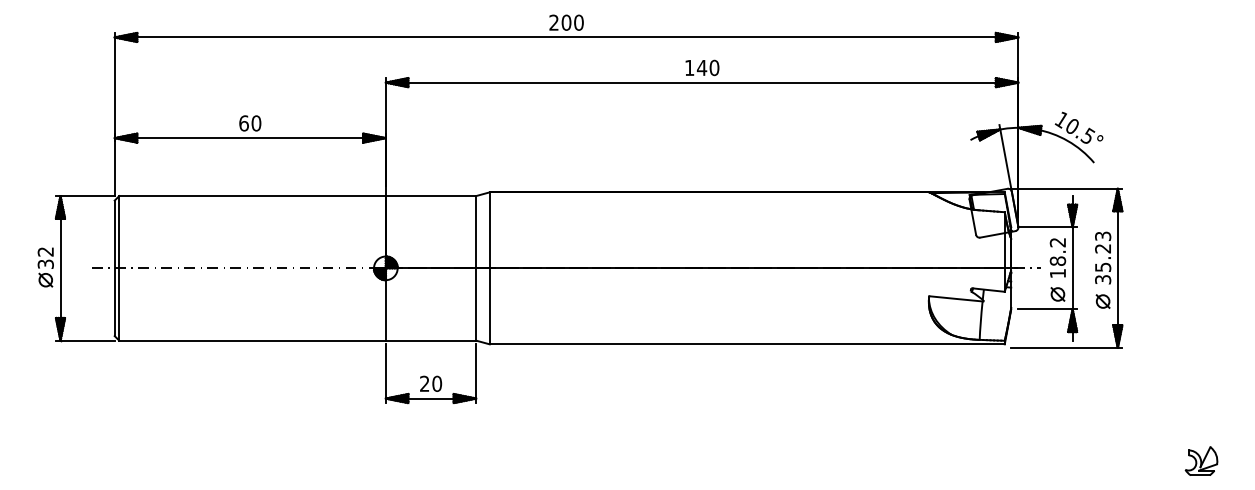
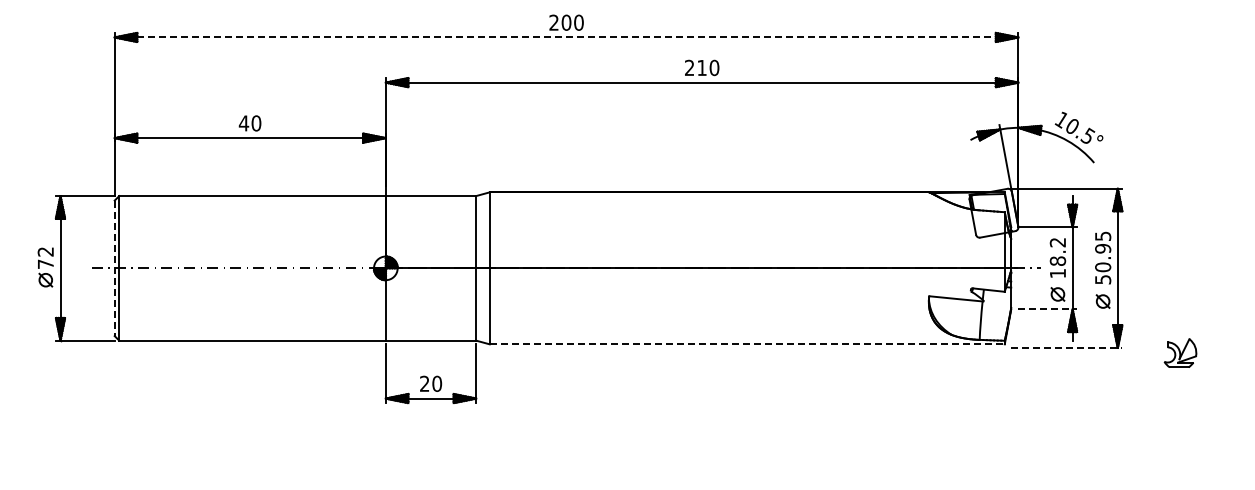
line at (566, 37): solid -> dashed
text at (696, 67): 140 -> 210
text at (243, 123): 60 -> 40
text at (1103, 257): 35.23 -> 50.95
text at (45, 263): 32 -> 72
line at (114, 268): solid -> dashed
line at (1048, 309): solid -> dashed
line at (747, 344): solid -> dashed
line at (1066, 347): solid -> dashed
part at (1201, 460) position: (1201, 460) -> (1180, 352)
